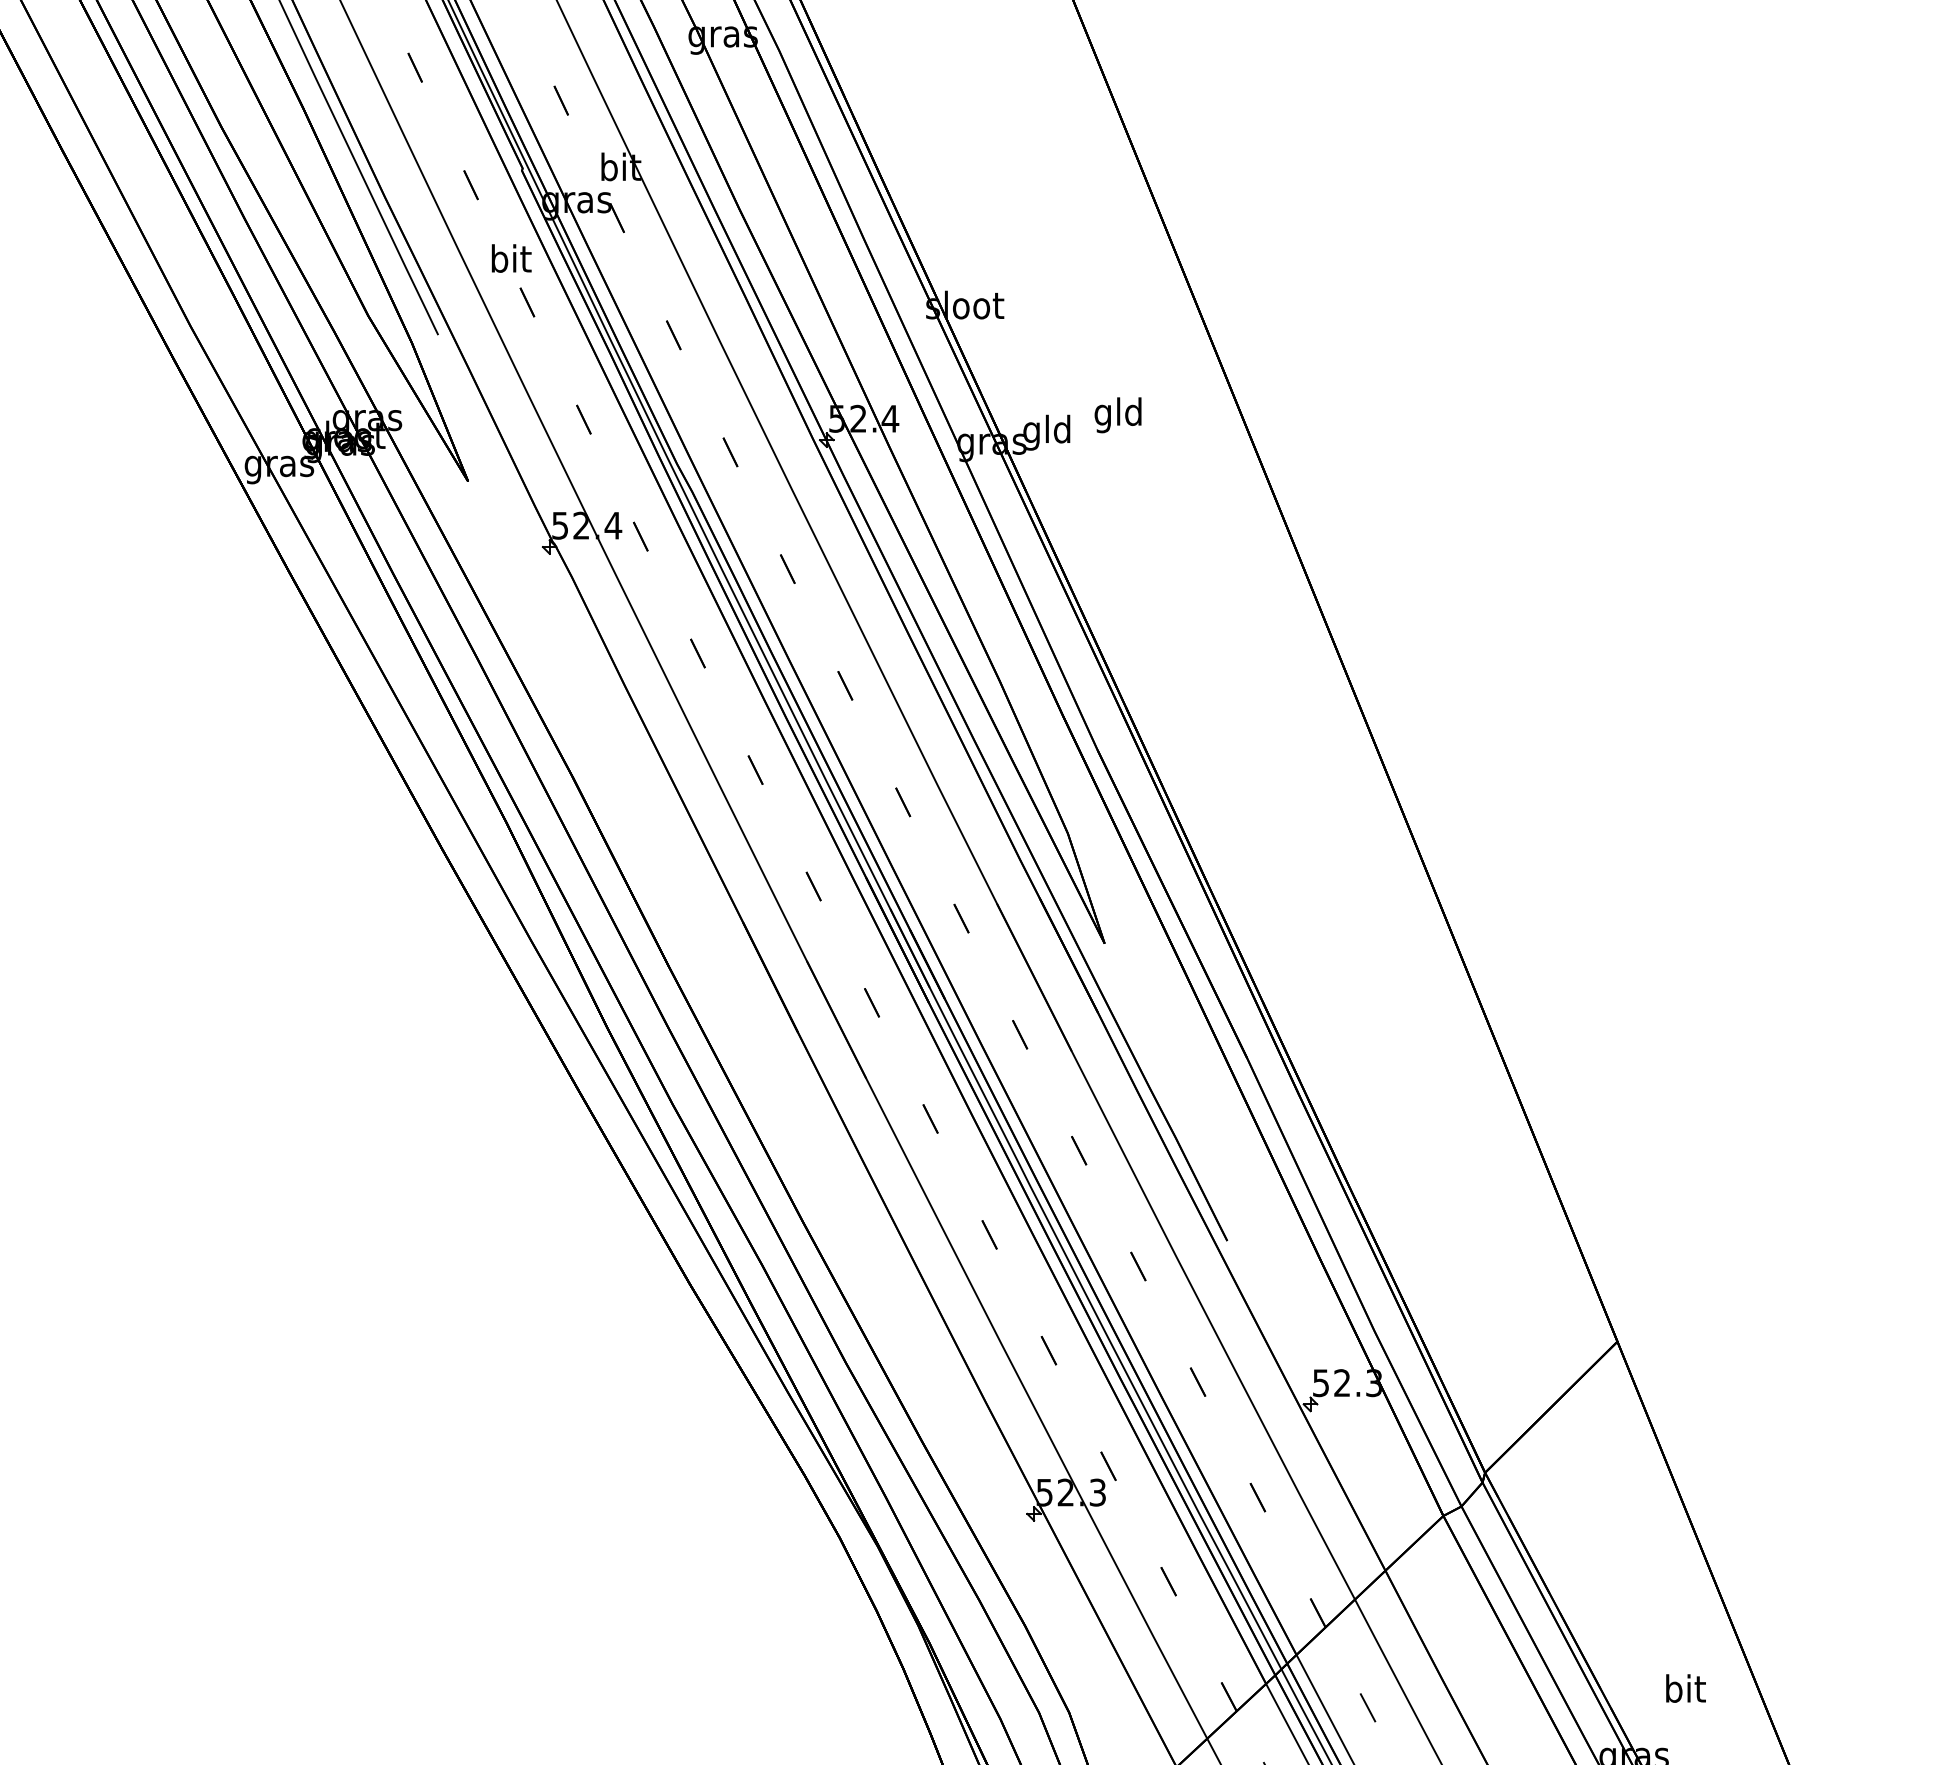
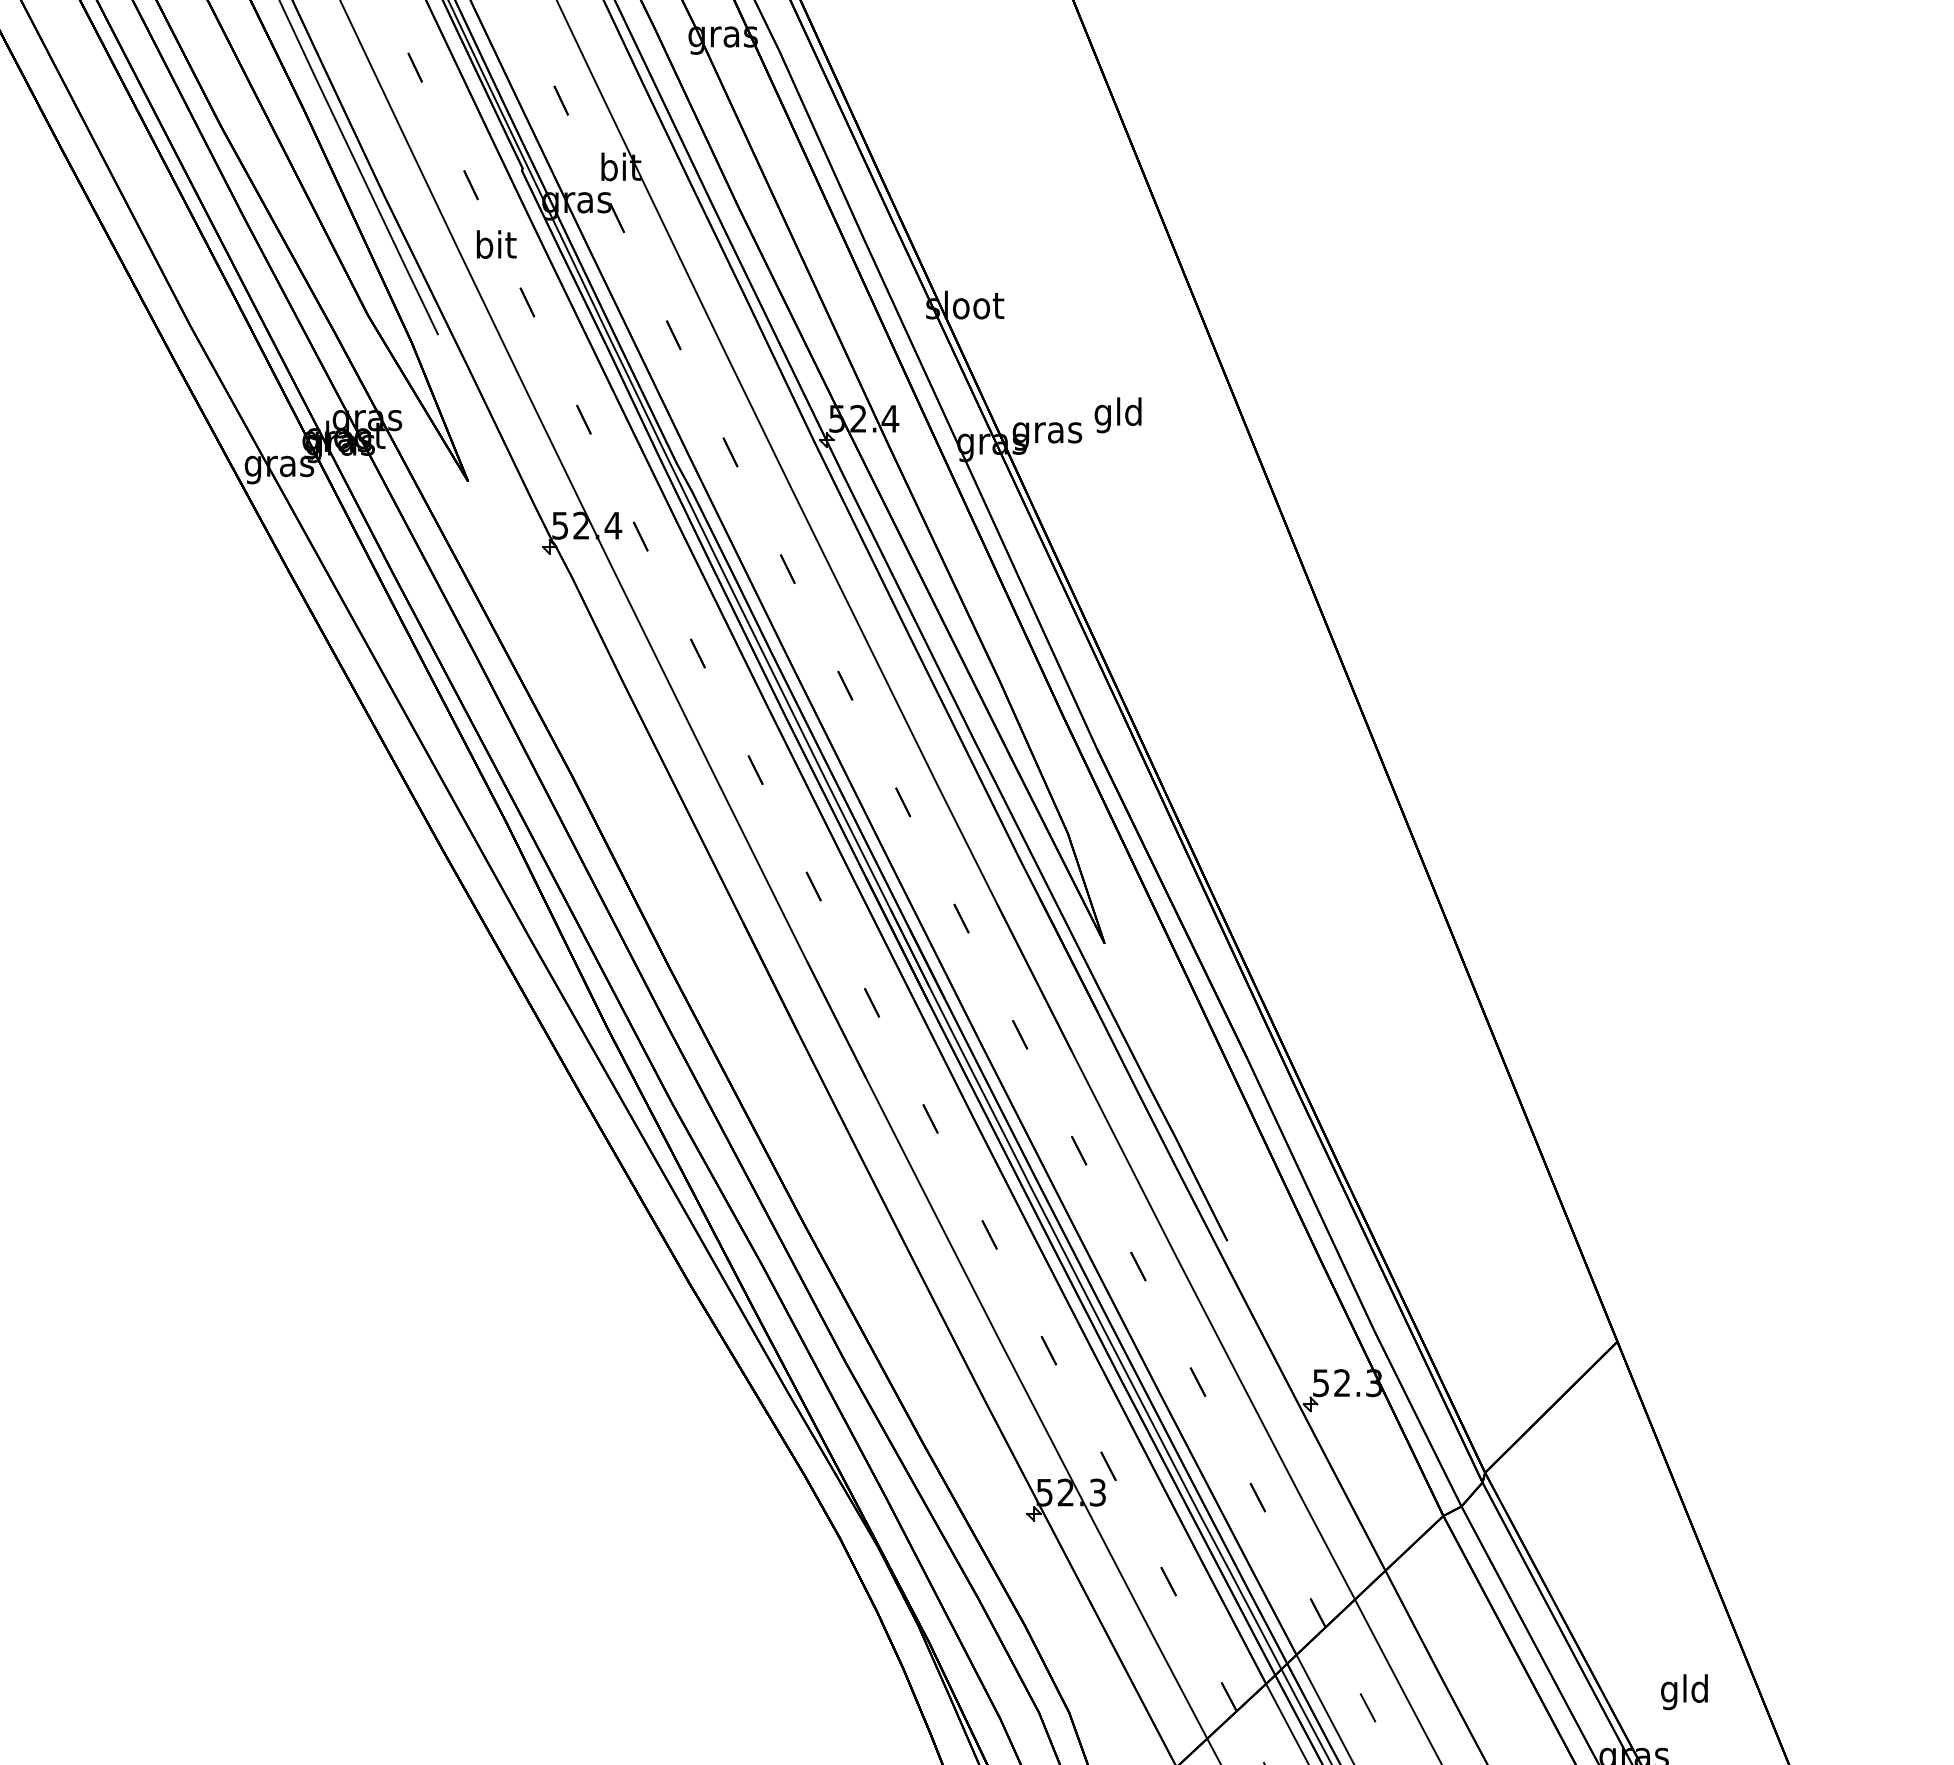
text at (511, 258) position: (511, 258) -> (496, 244)
text at (1047, 432): gld -> gras
text at (1684, 1692): bit -> gld
